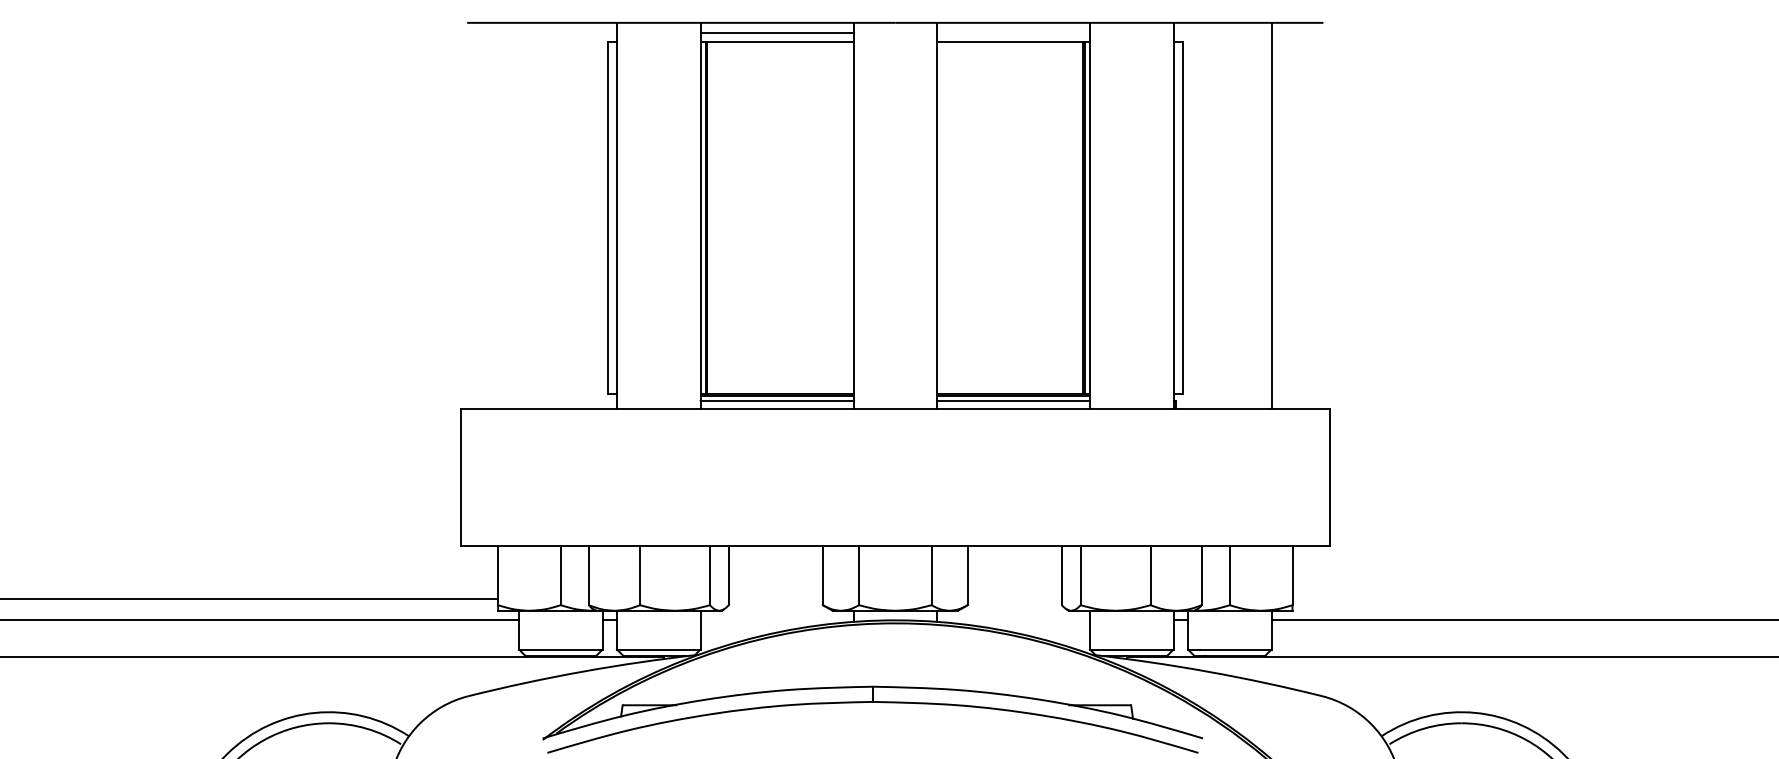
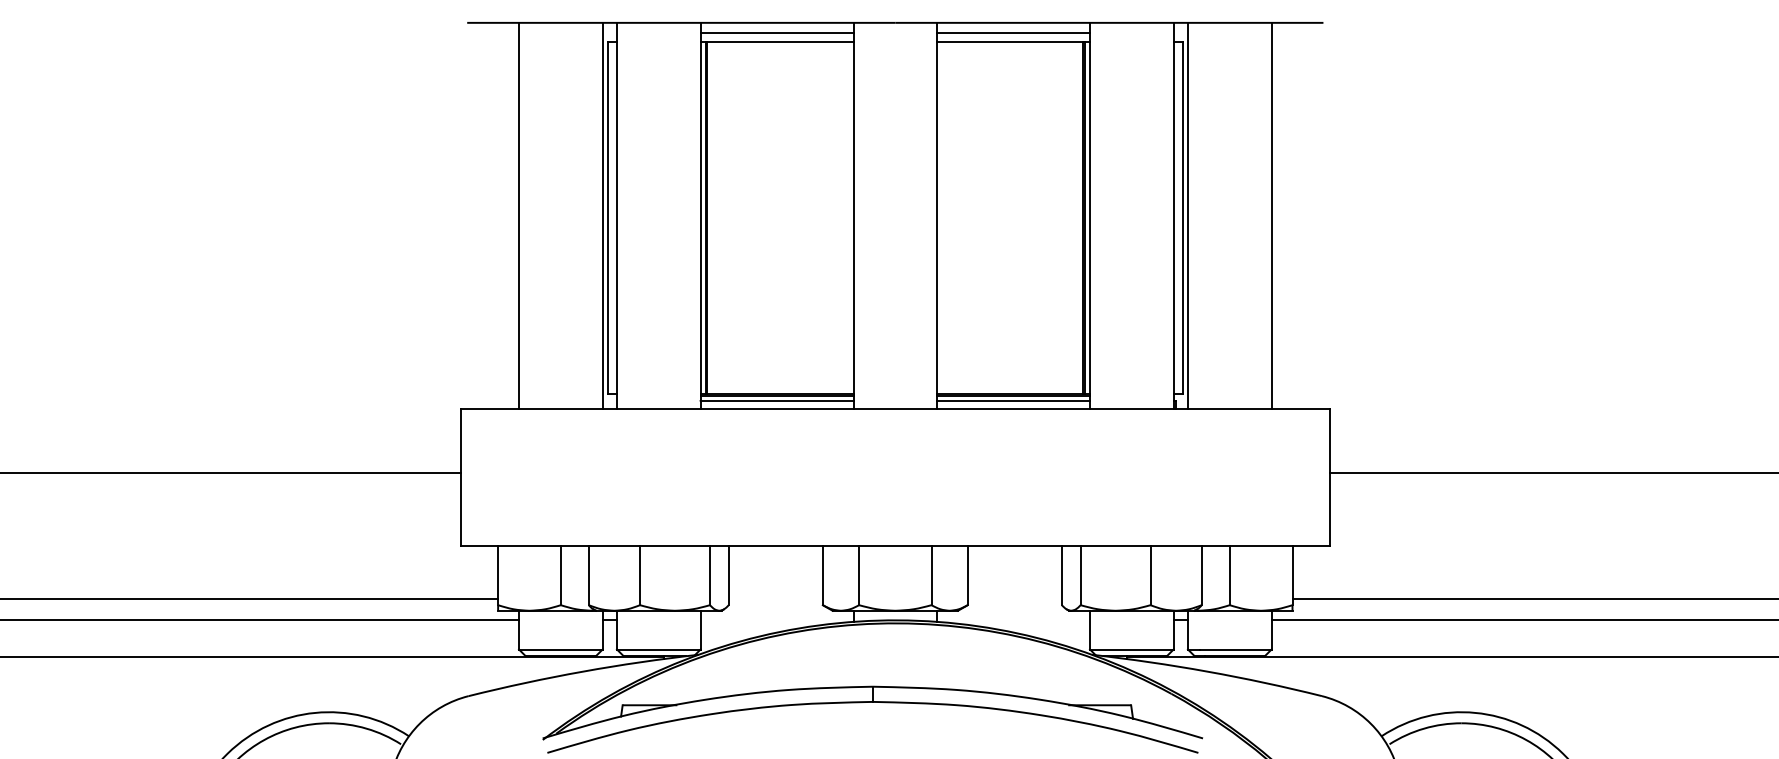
line at (1013, 33): none -> present
line at (519, 215): none -> present
line at (602, 215): none -> present
line at (1187, 215): none -> present
line at (231, 472): none -> present
line at (1552, 472): none -> present
line at (1533, 598): none -> present
